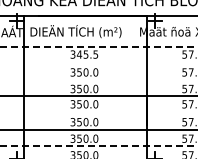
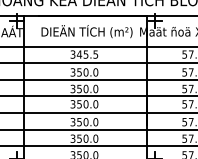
text at (75, 31) position: (75, 31) -> (86, 31)
line at (99, 46): dashed -> solid
line at (98, 63): none -> present
line at (98, 79): none -> present
line at (98, 113): none -> present
line at (99, 146): dashed -> solid
